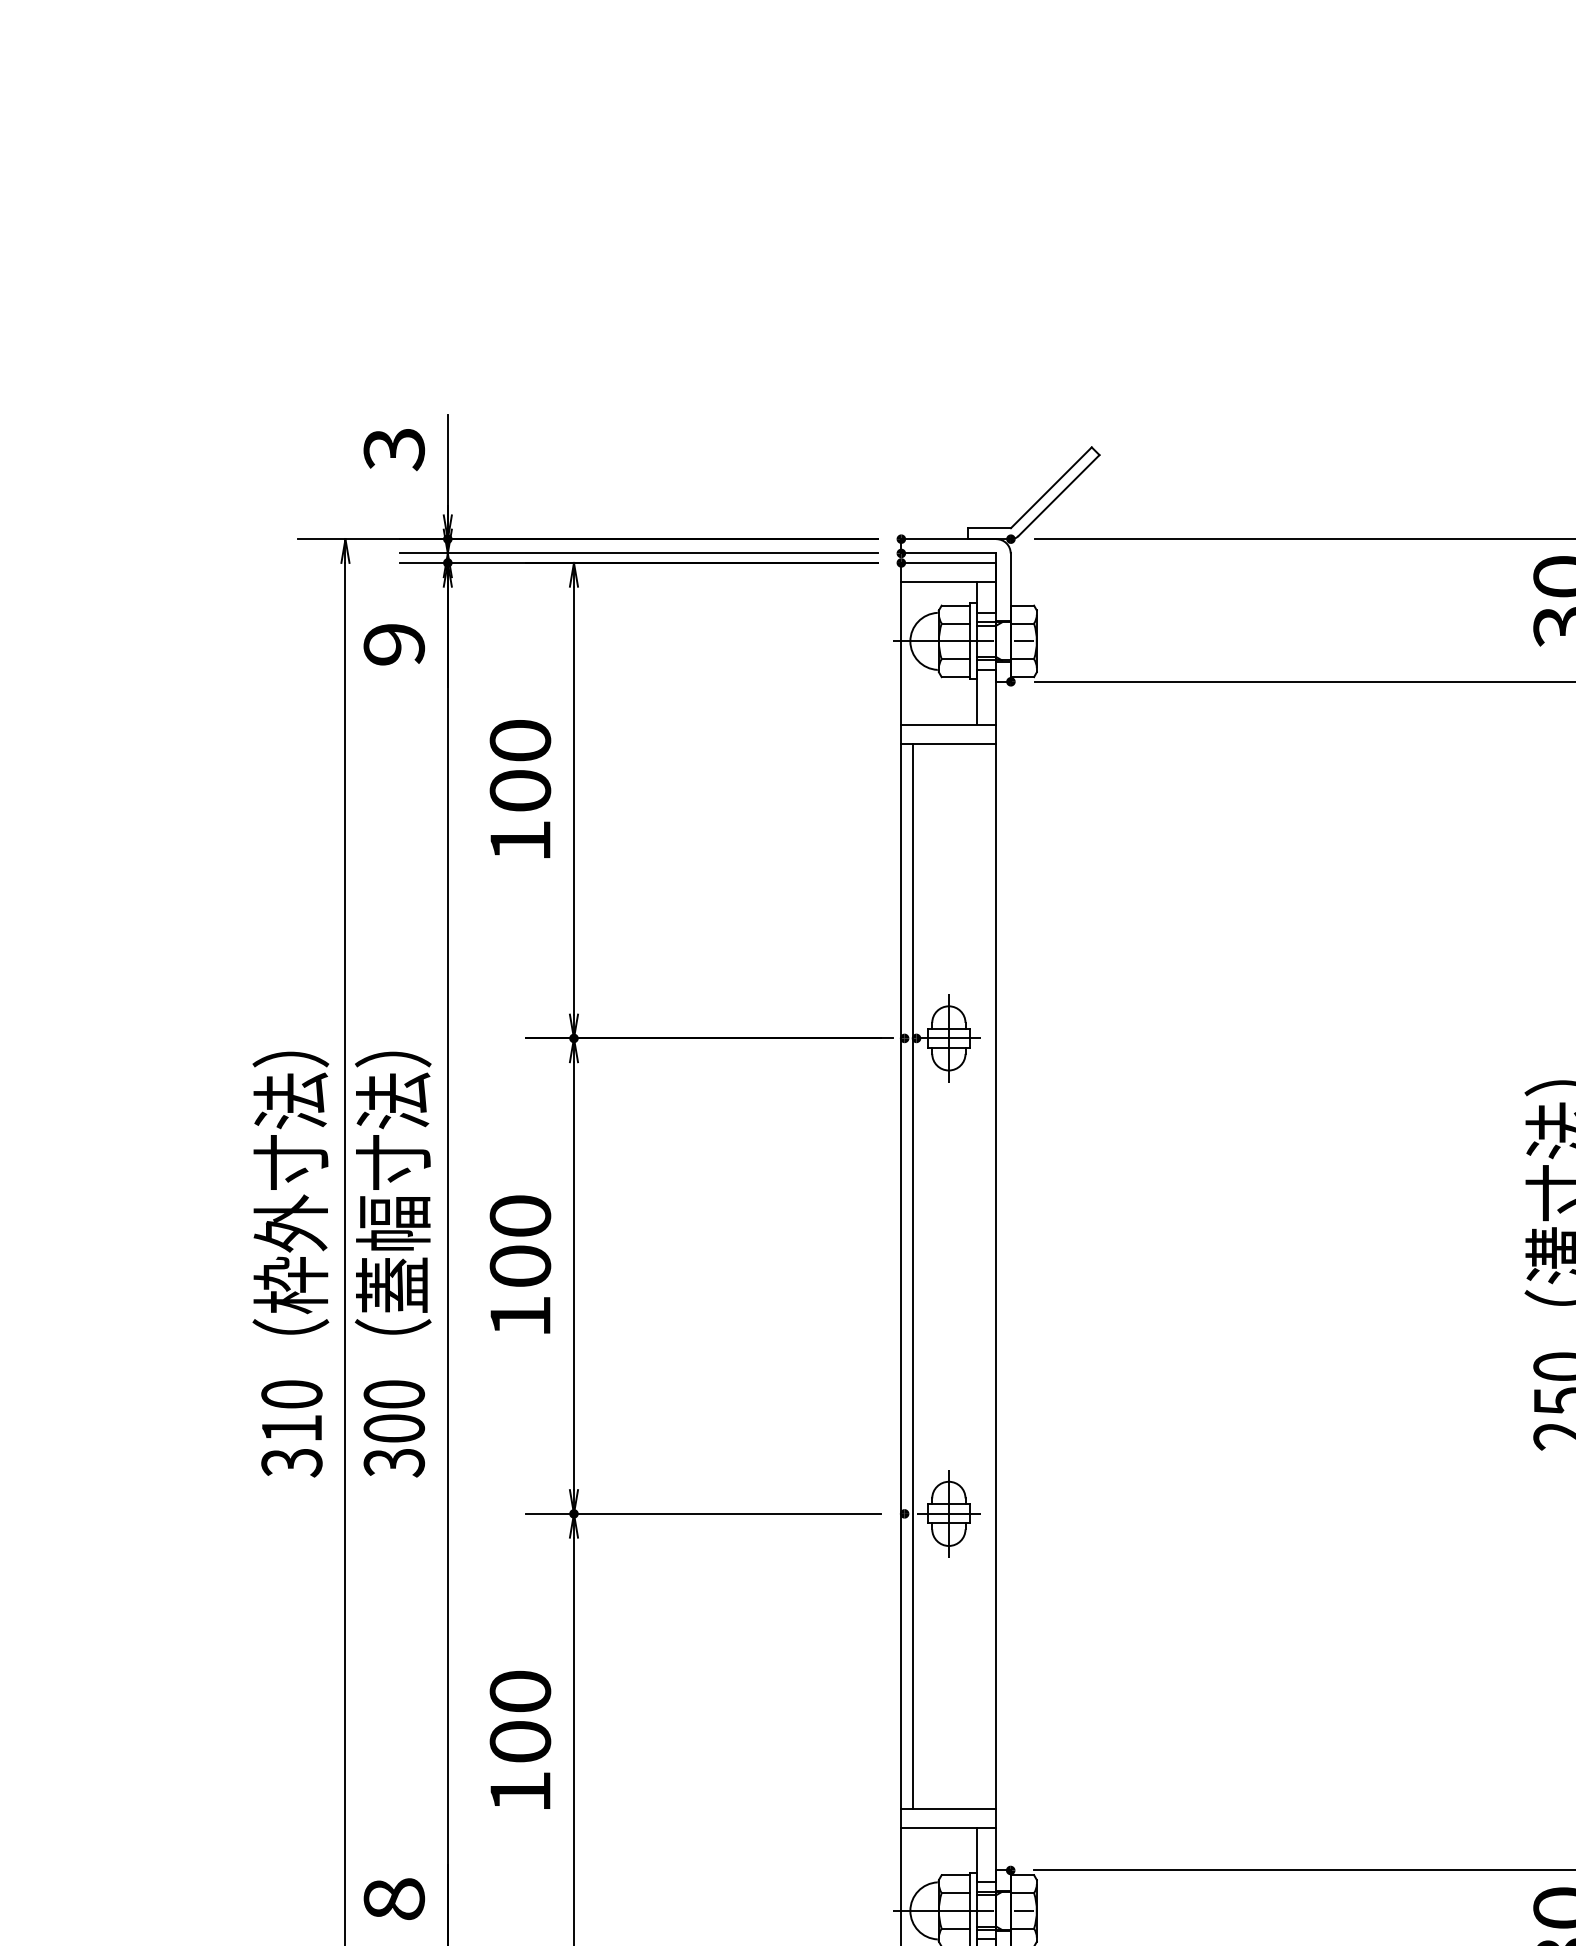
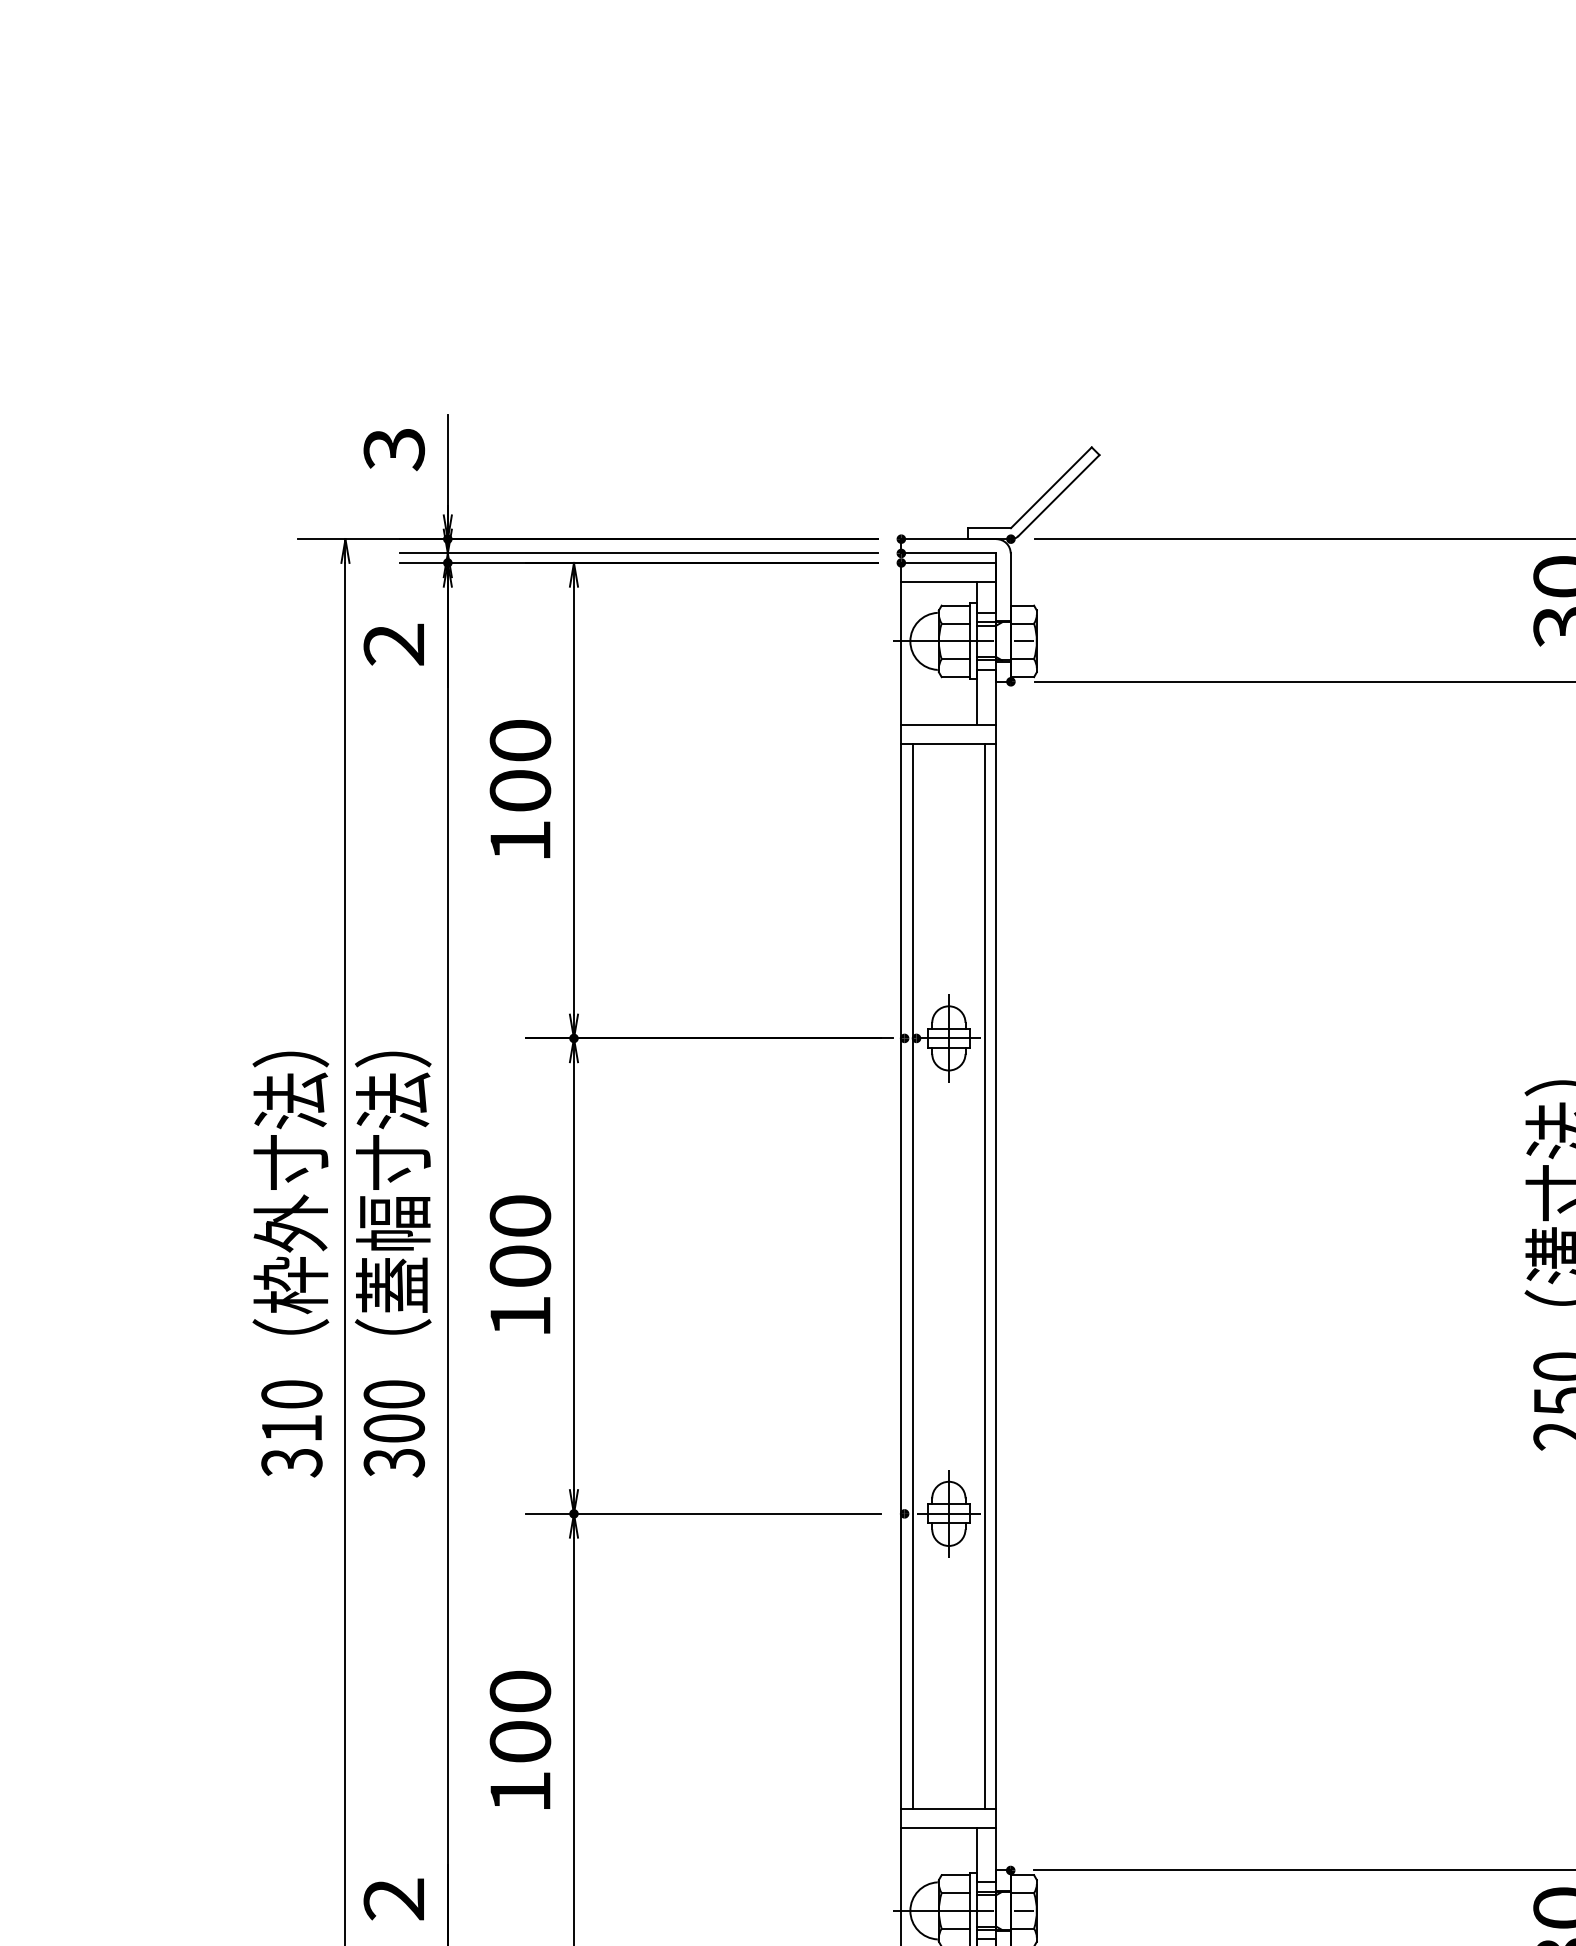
text at (394, 644): 9 -> 2
line at (984, 1275): none -> present
text at (394, 1899): 8 -> 2
